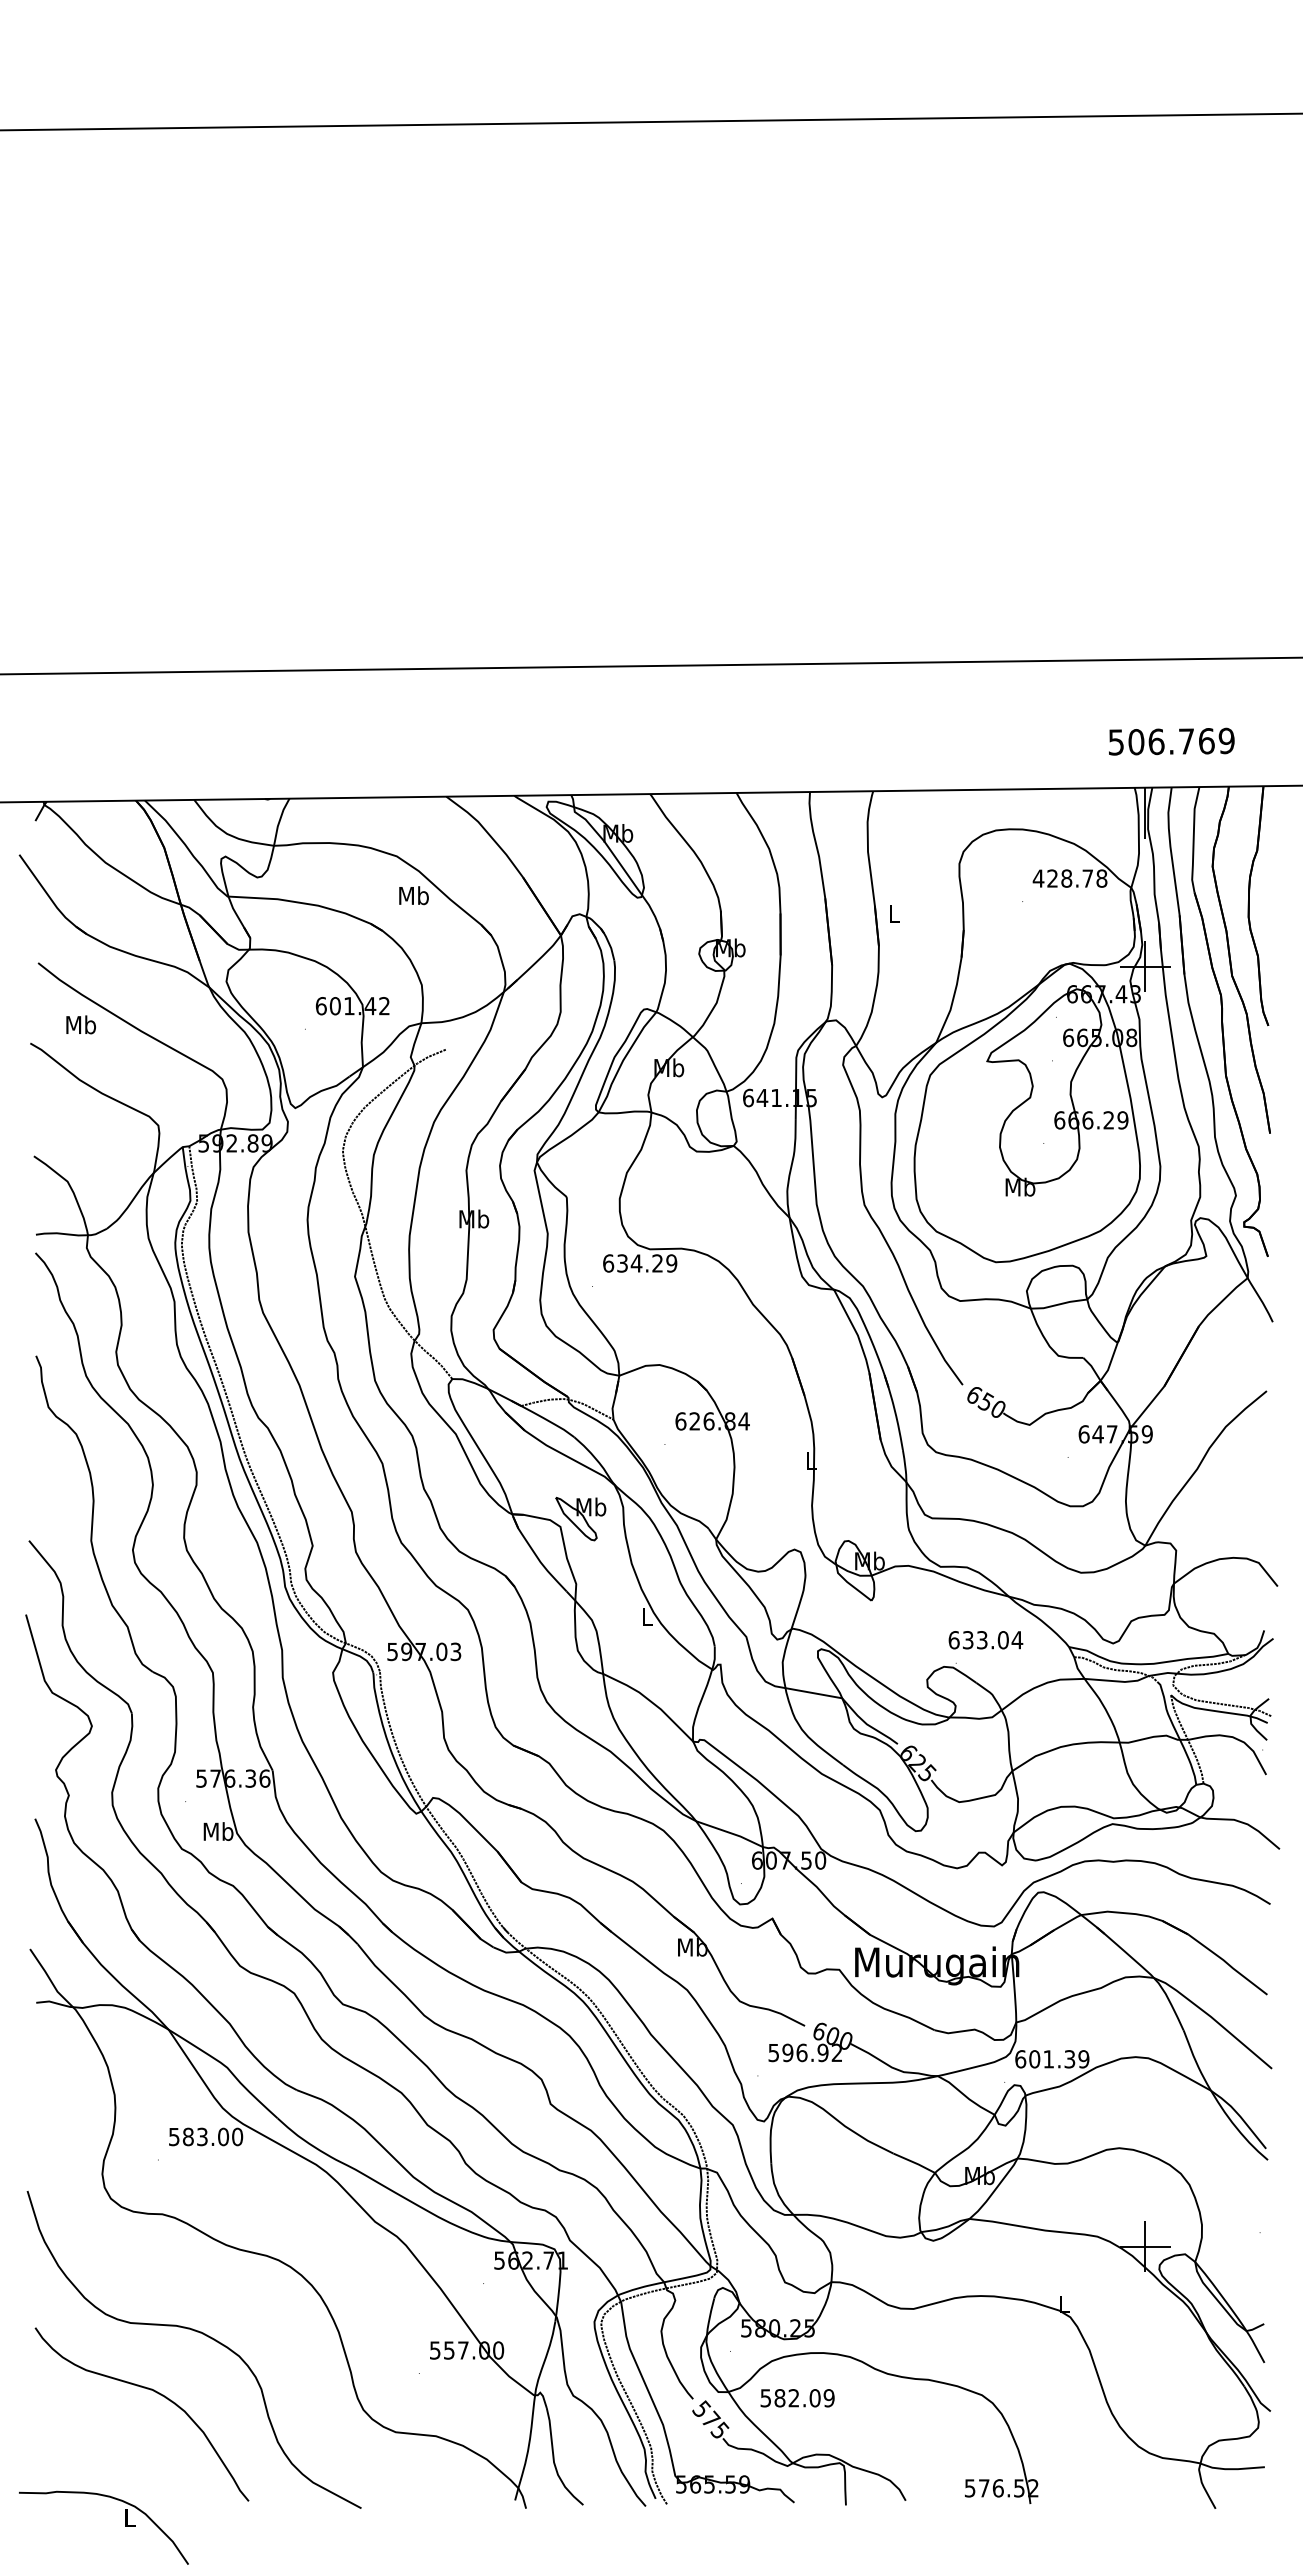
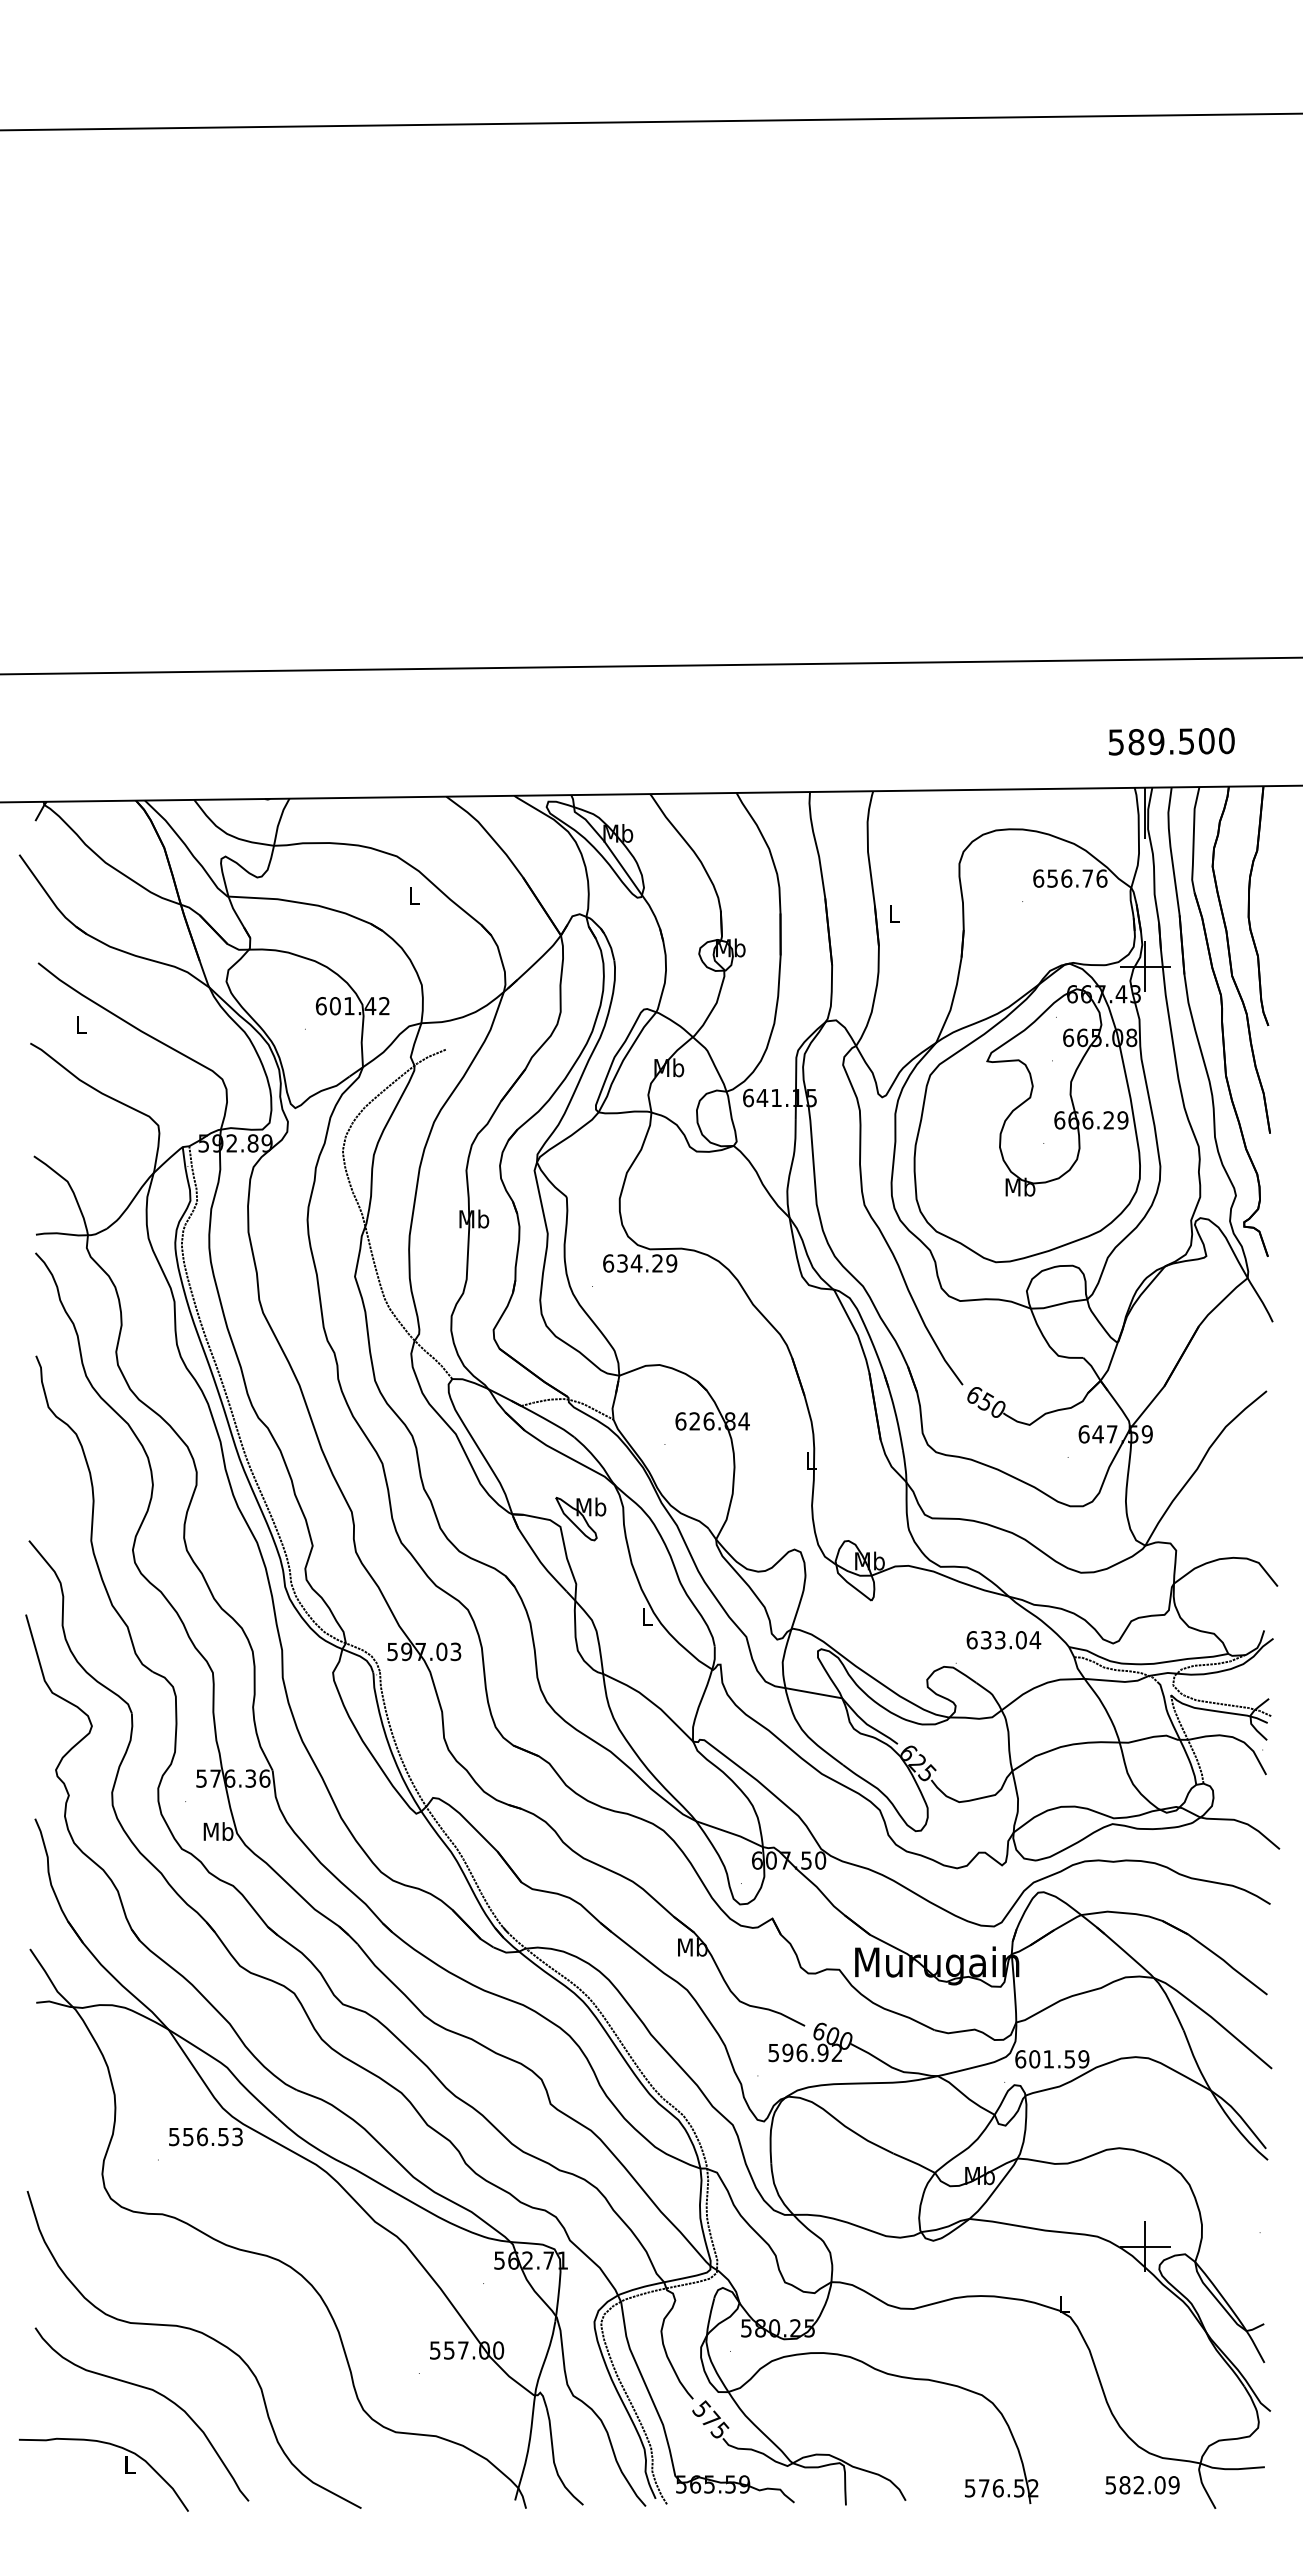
text at (1181, 741): 506.769 -> 589.500
text at (1069, 878): 428.78 -> 656.76
text at (413, 895): Mb -> L
text at (81, 1024): Mb -> L
text at (985, 1640) position: (985, 1640) -> (1003, 1640)
text at (1070, 2058): 601.39 -> 601.59
text at (213, 2136): 583.00 -> 556.53
text at (797, 2398) position: (797, 2398) -> (1142, 2485)
part at (125, 2526) position: (125, 2526) -> (125, 2473)
